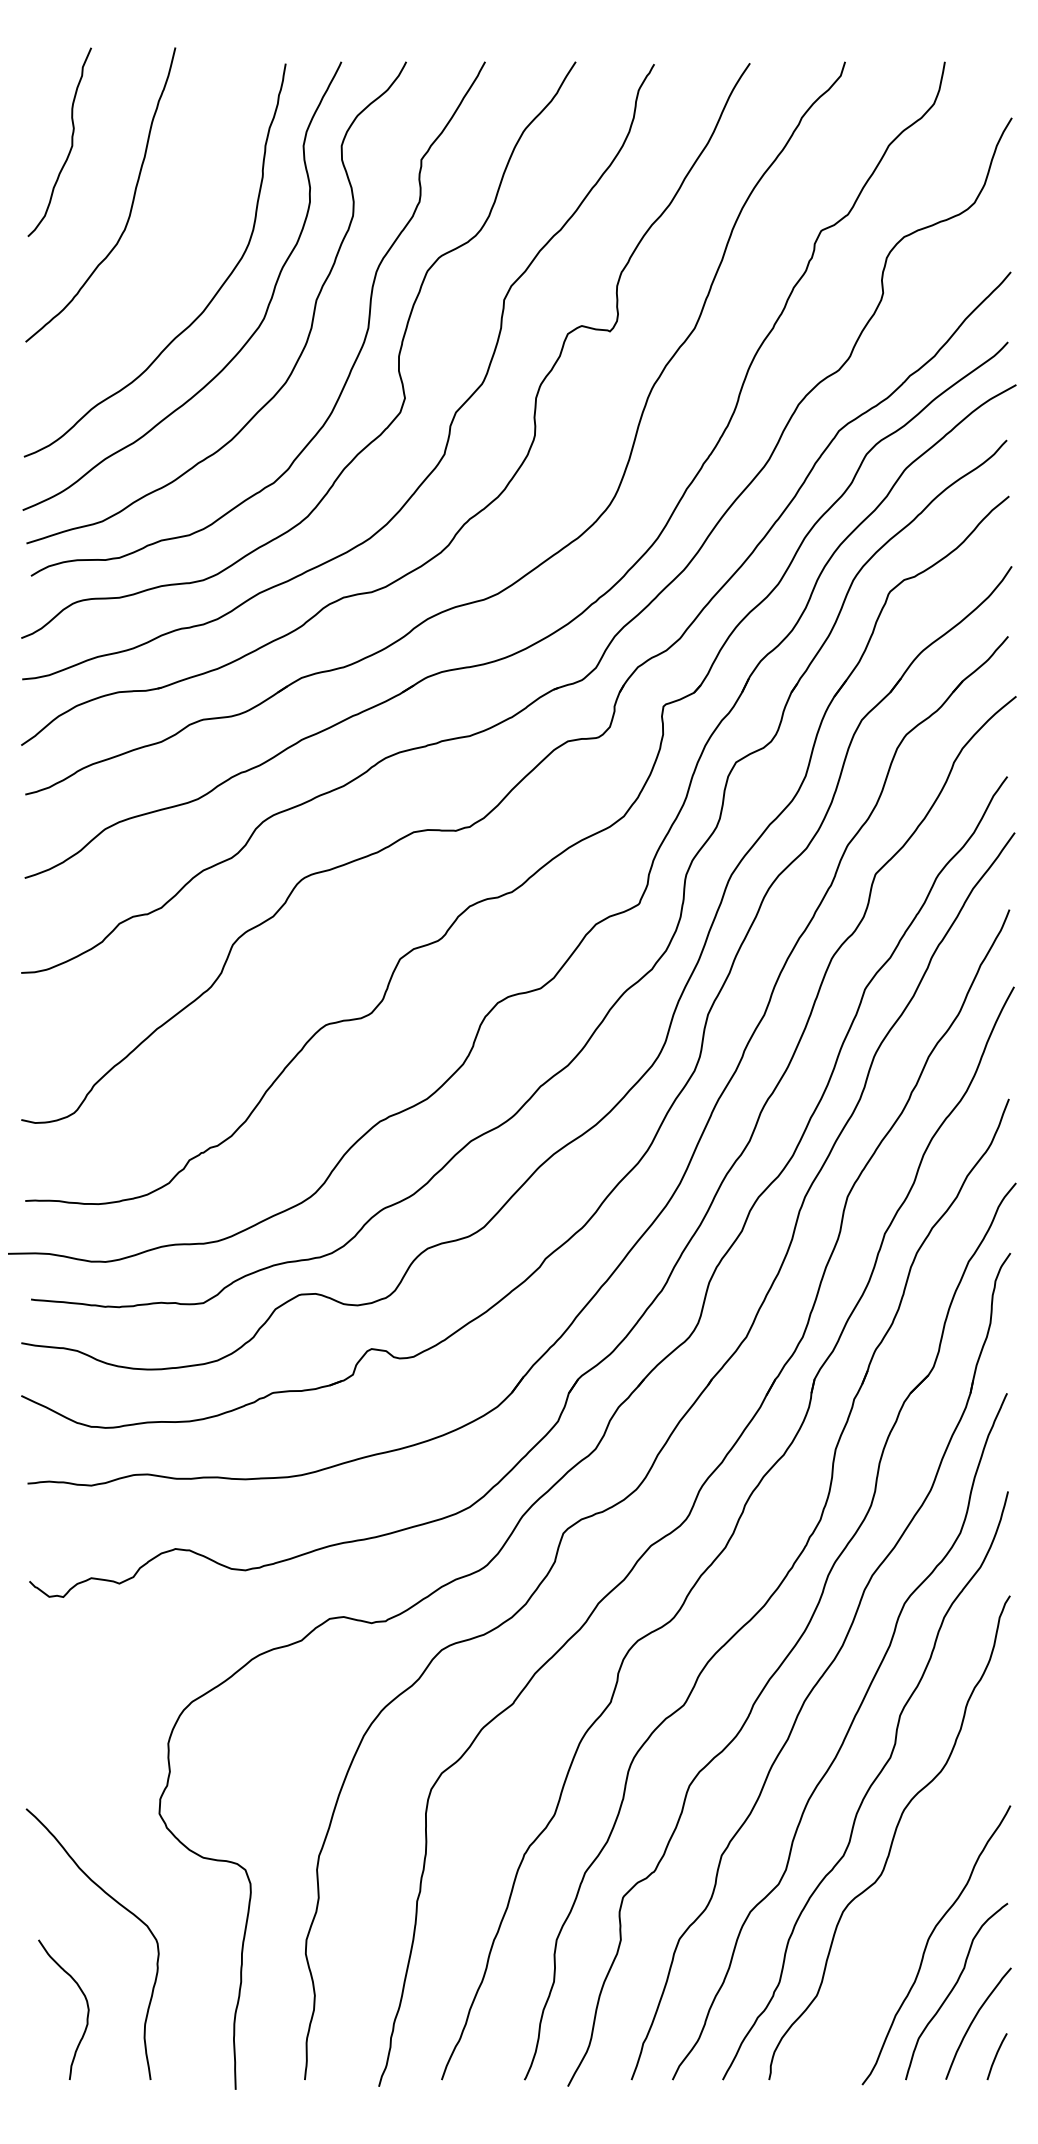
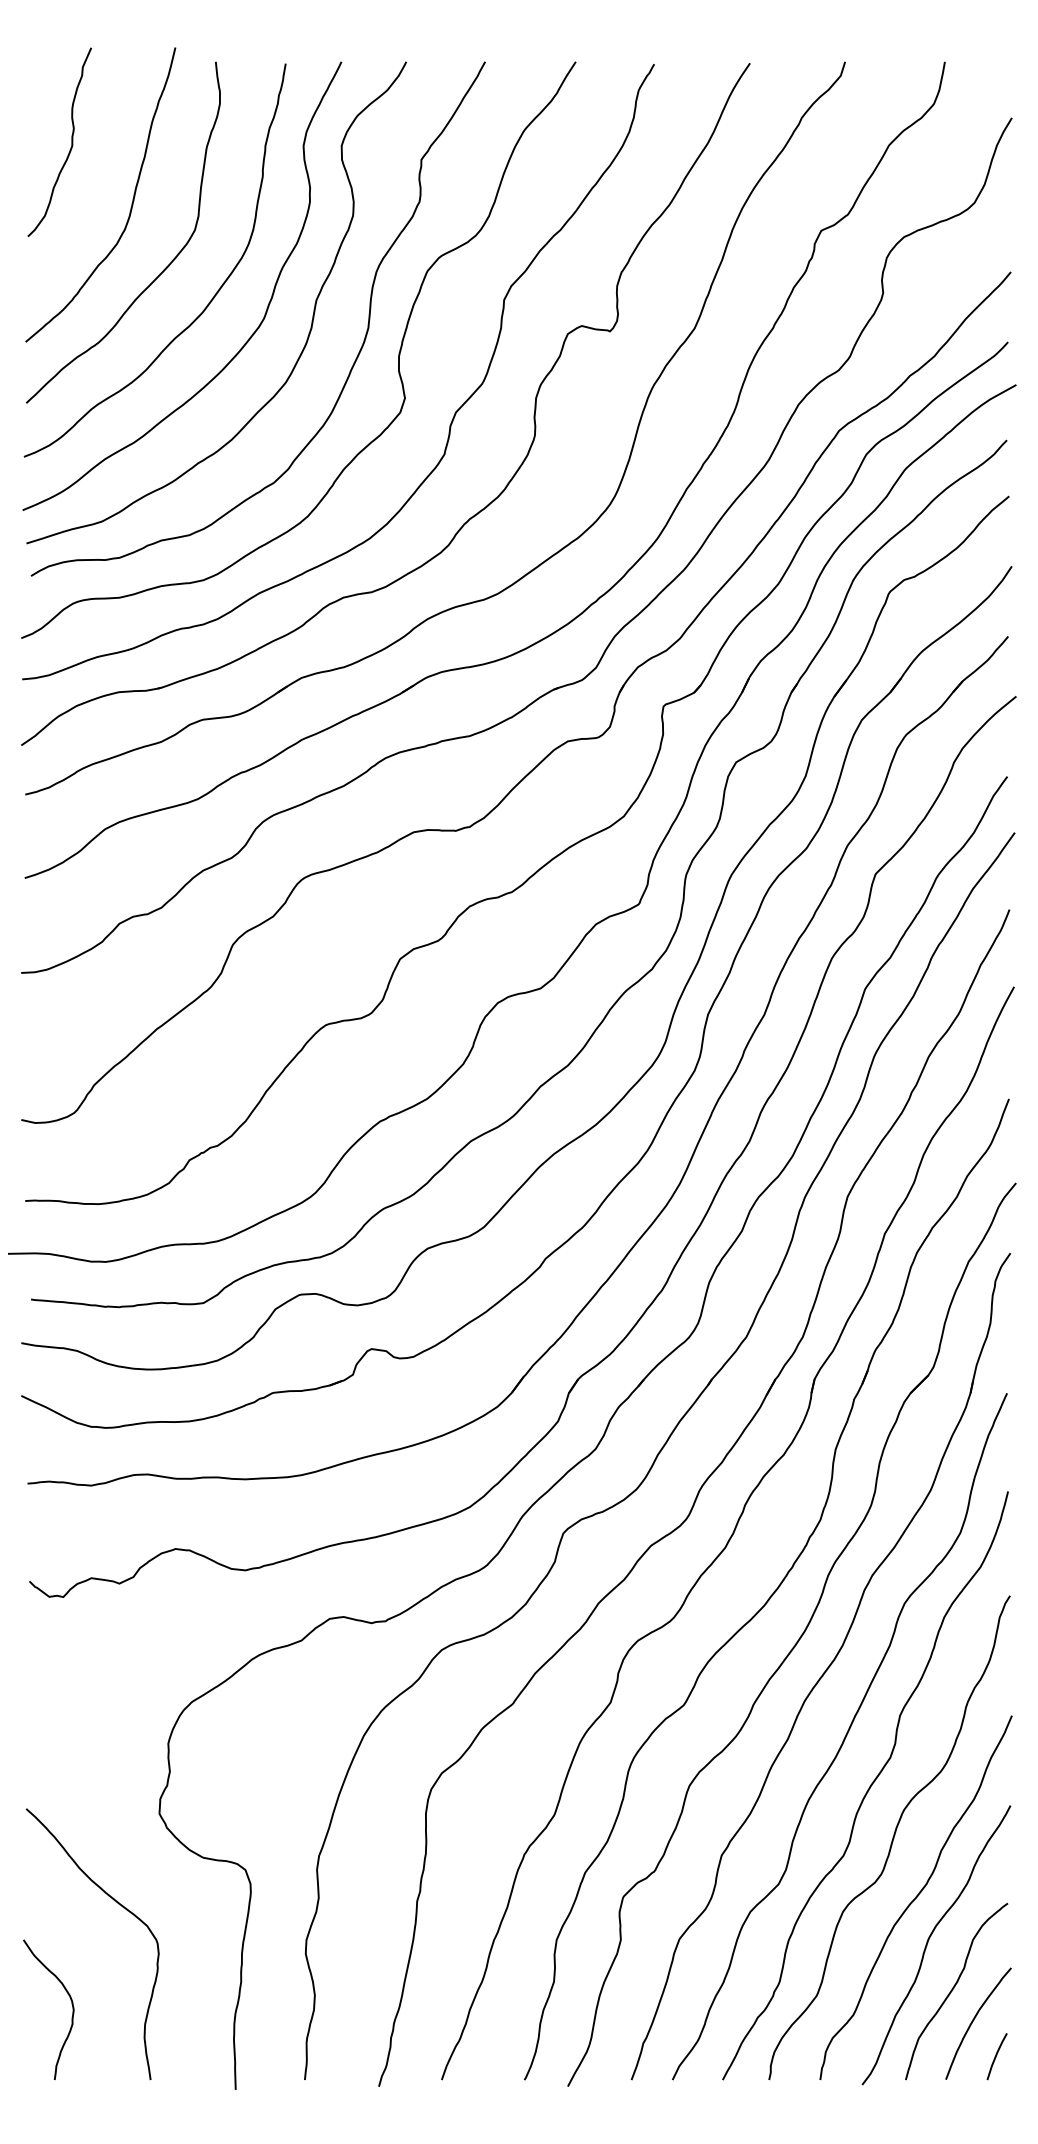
curve at (162, 270): none -> present
curve at (915, 1897): none -> present
curve at (86, 2004) position: (86, 2004) -> (71, 2004)
